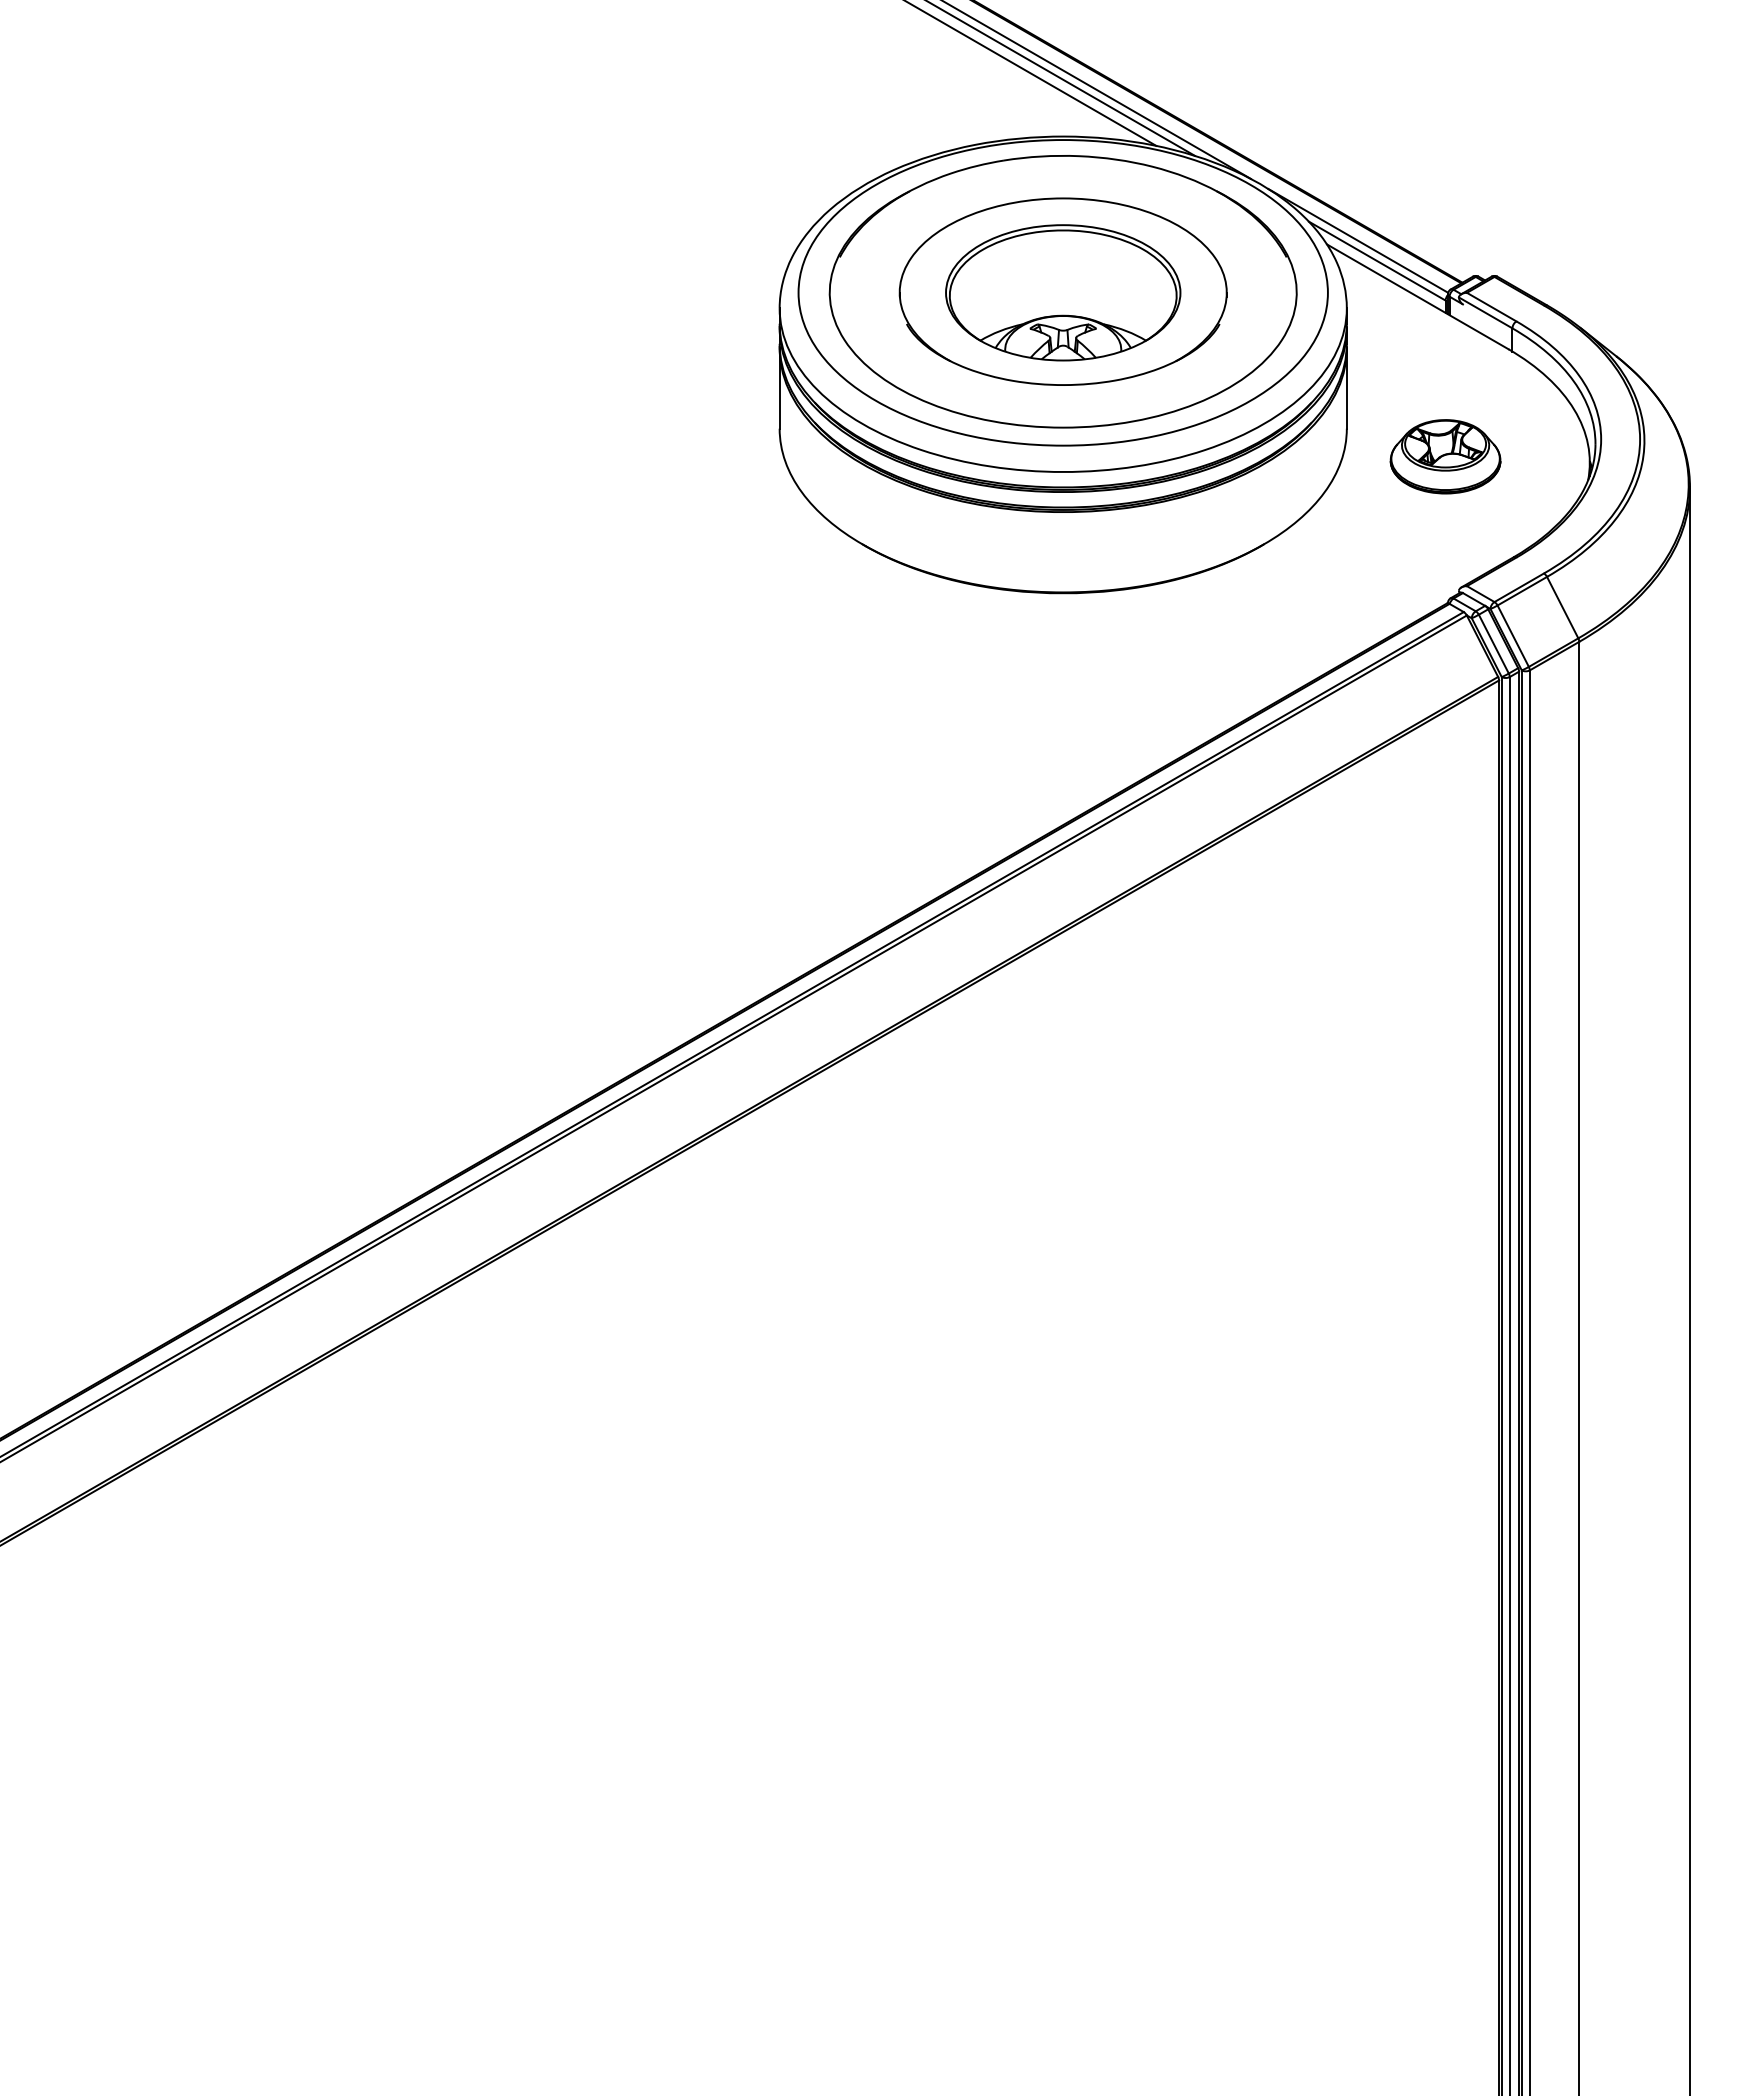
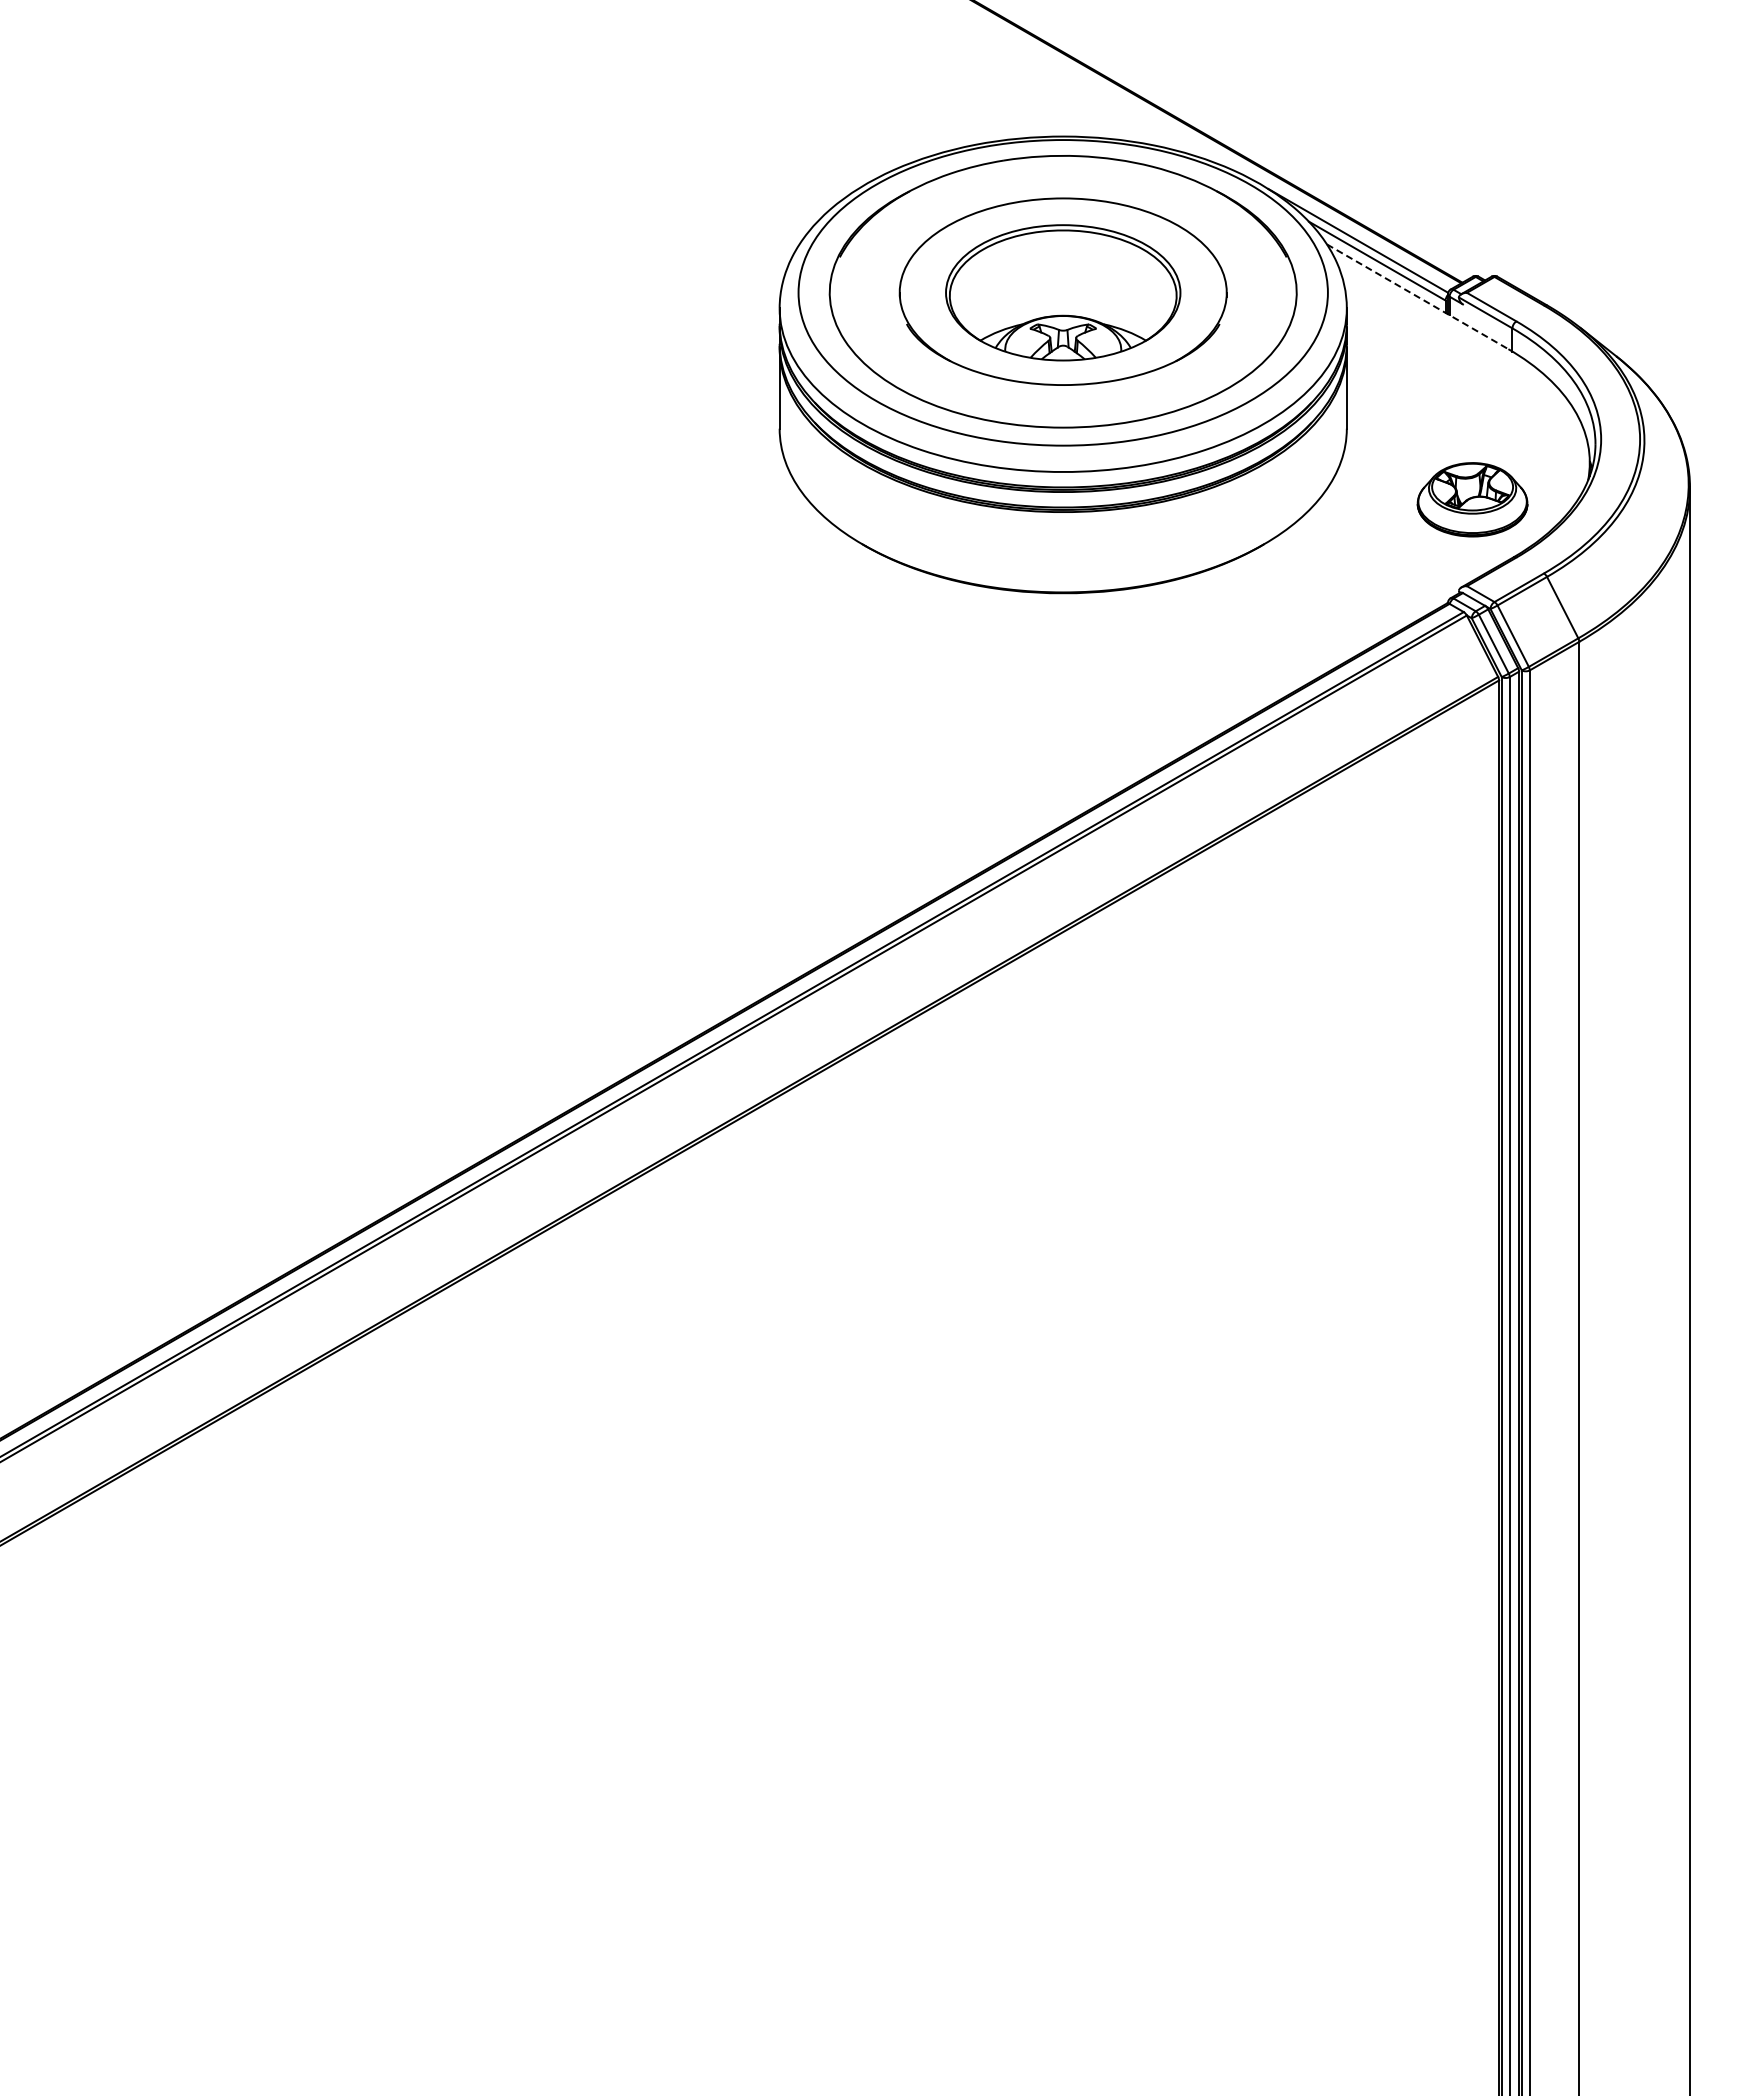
line at (1031, 73): present -> none
line at (1061, 78): present -> none
line at (1097, 90): present -> none
line at (1417, 296): solid -> dashed
part at (1445, 456) position: (1445, 456) -> (1472, 499)
